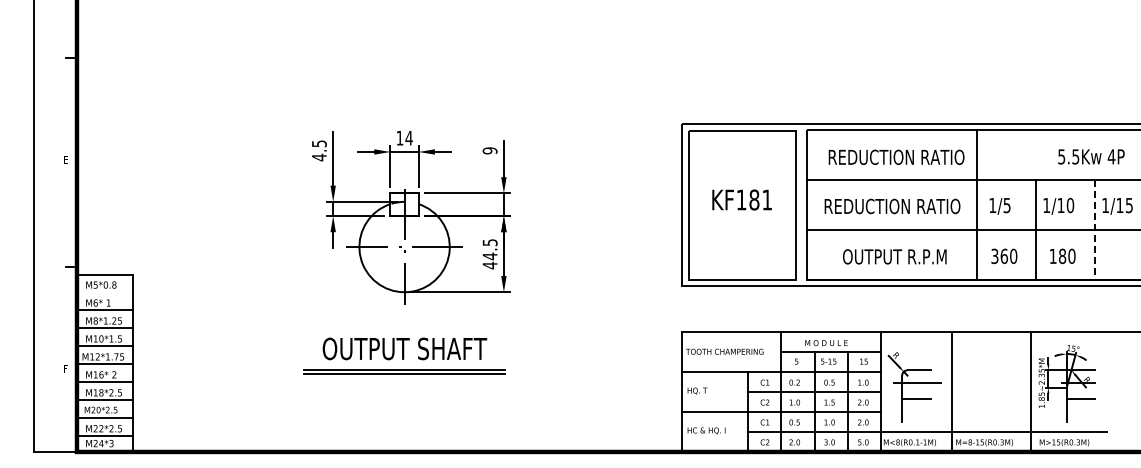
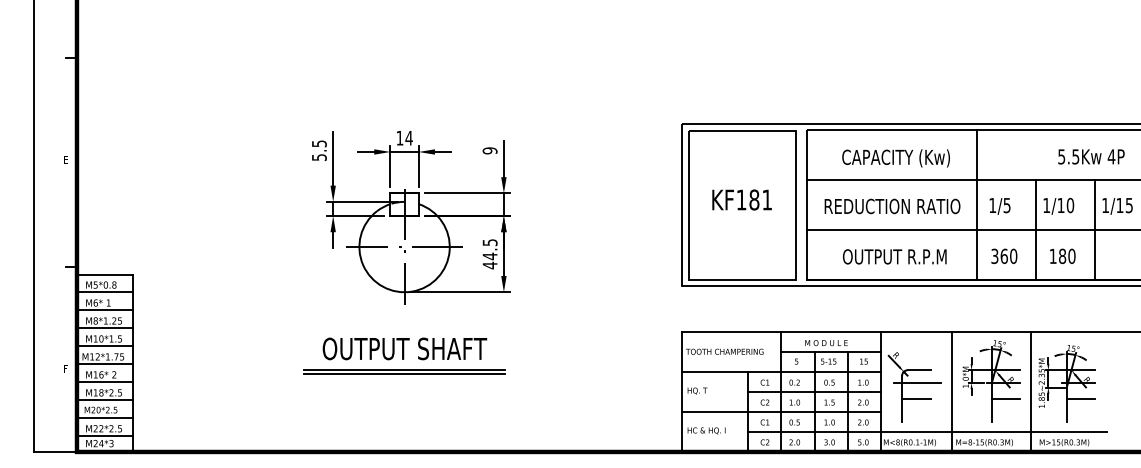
text at (319, 157): 4.5 -> 5.5
text at (896, 158): REDUCTION RATIO -> CAPACITY (Kw)
line at (1095, 229): dashed -> solid
line at (104, 292): none -> present
part at (991, 381): none -> present
